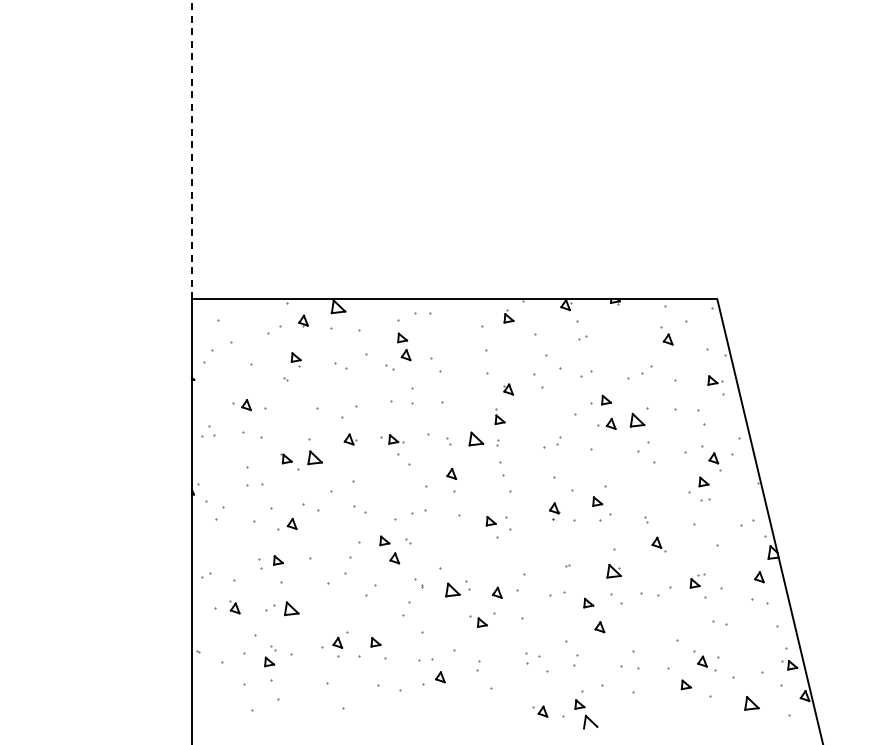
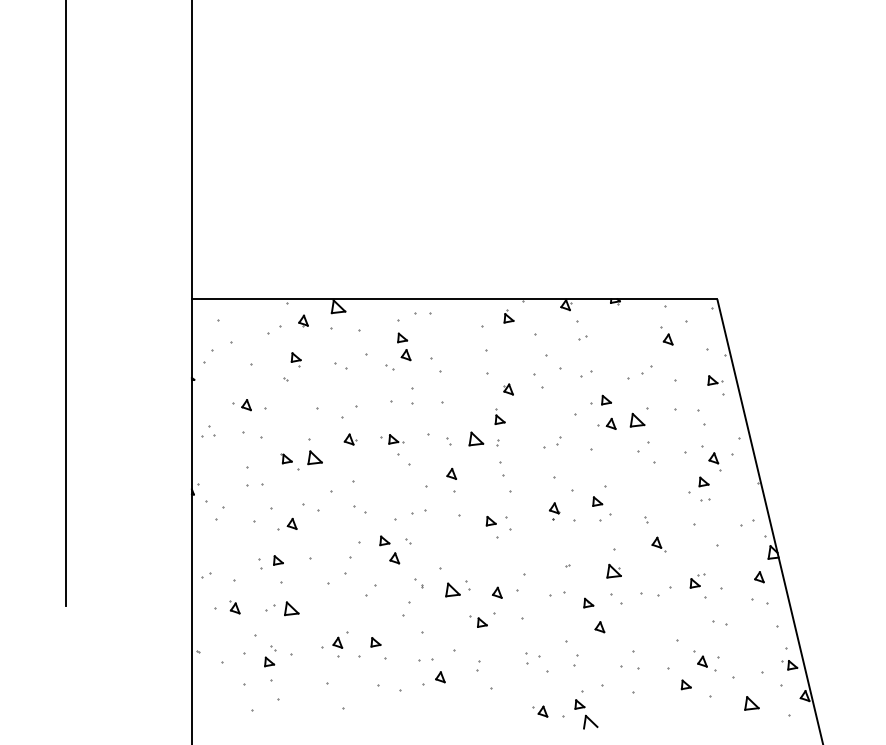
line at (191, 149): dashed -> solid
line at (65, 303): none -> present
